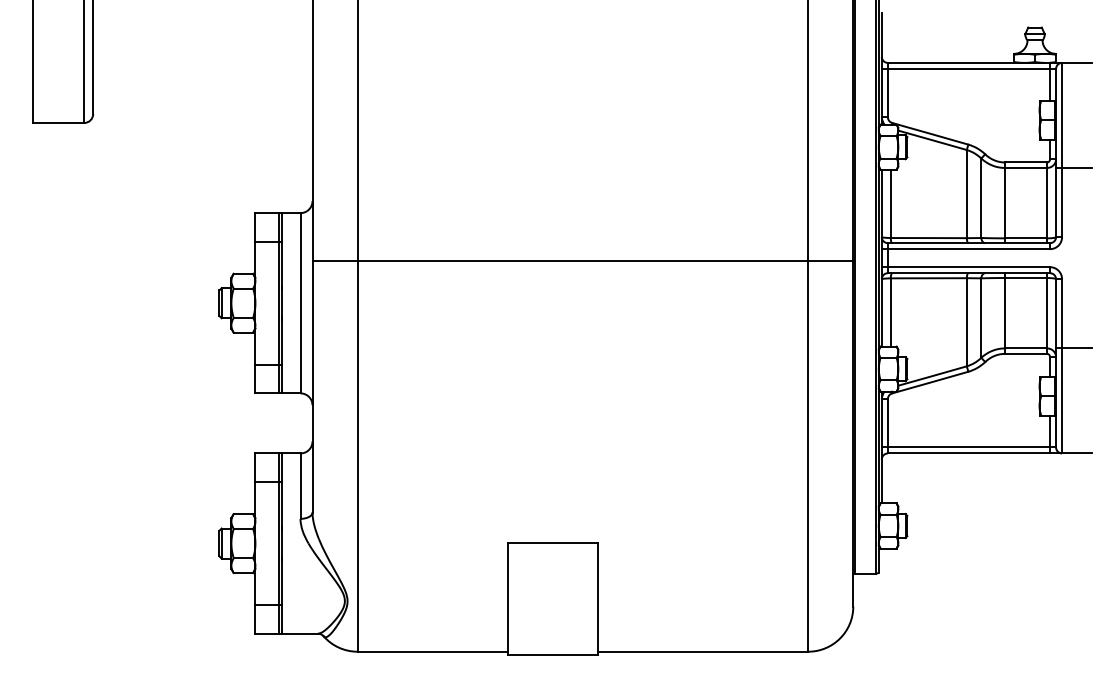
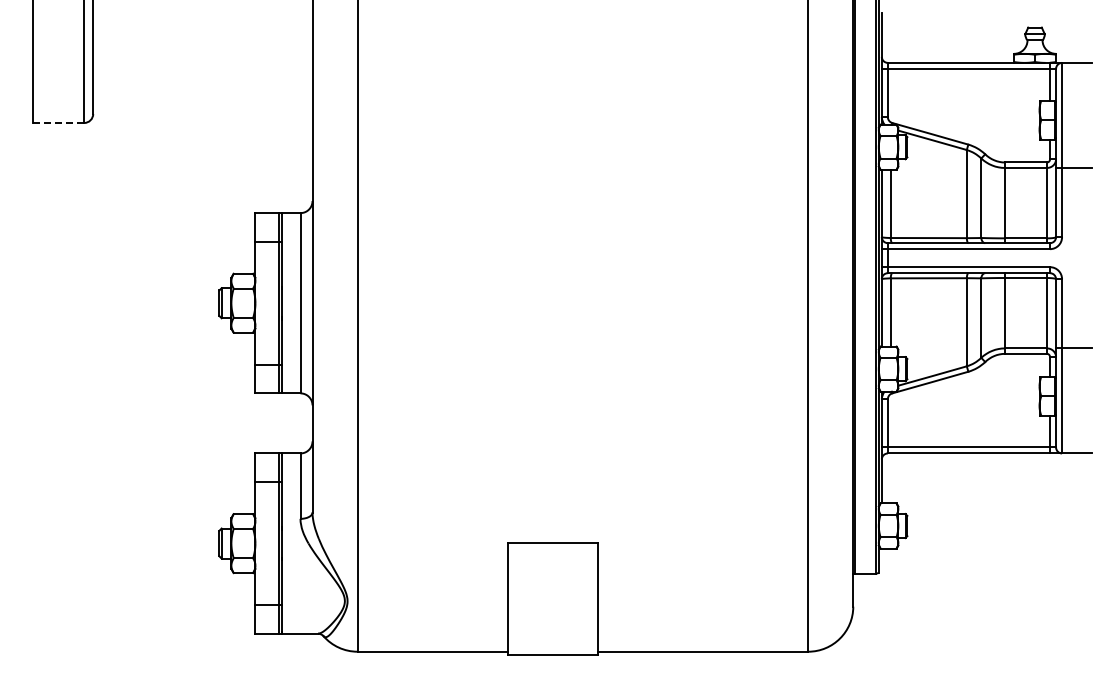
line at (58, 122): solid -> dashed
line at (582, 261): present -> none
